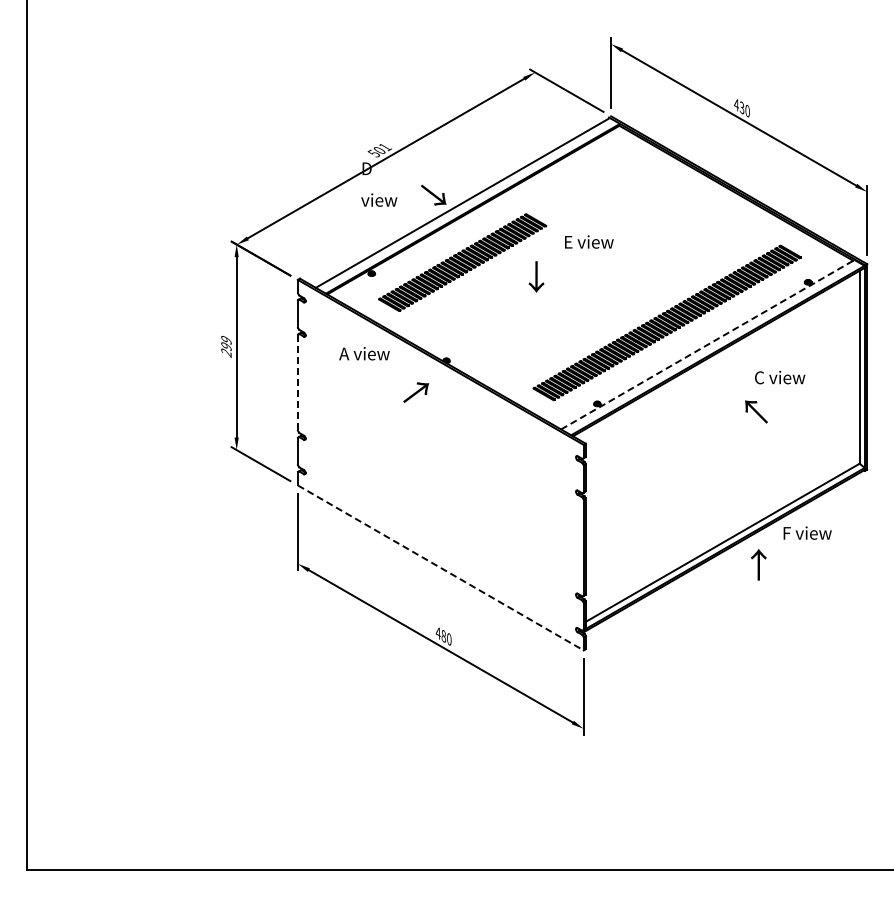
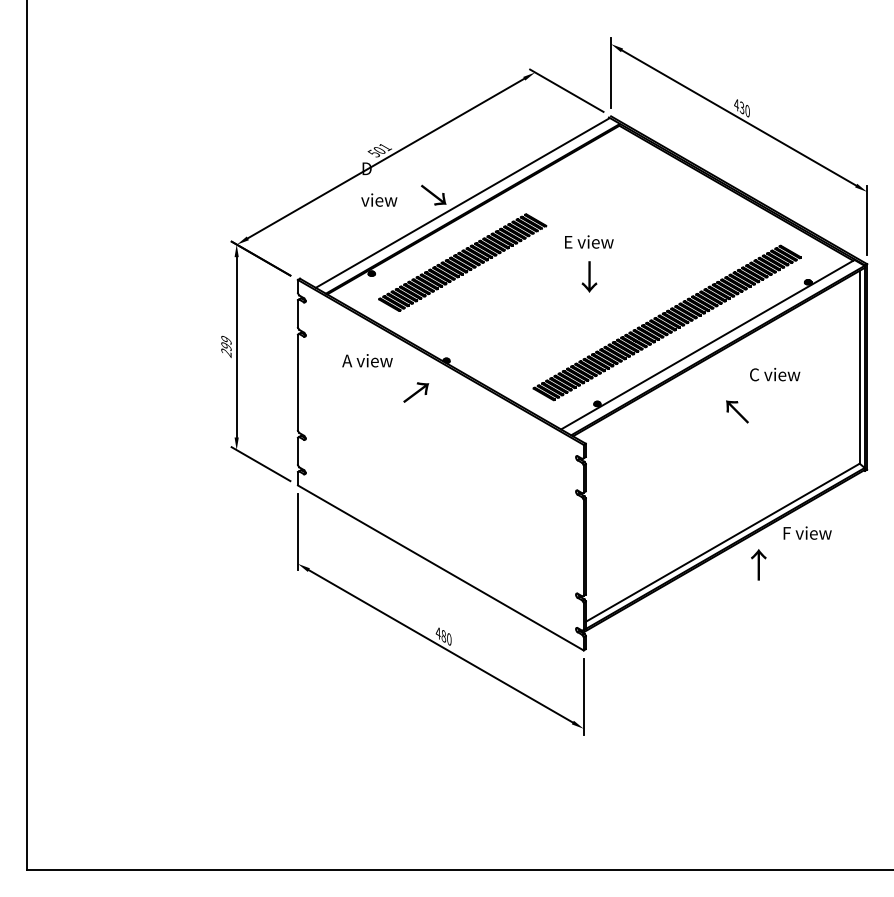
text at (536, 276) position: (536, 276) -> (589, 276)
line at (708, 344): dashed -> solid
text at (364, 353) position: (364, 353) -> (367, 360)
text at (780, 377) position: (780, 377) -> (775, 374)
line at (297, 383): dashed -> solid
text at (756, 411) position: (756, 411) -> (737, 411)
line at (440, 567): dashed -> solid
